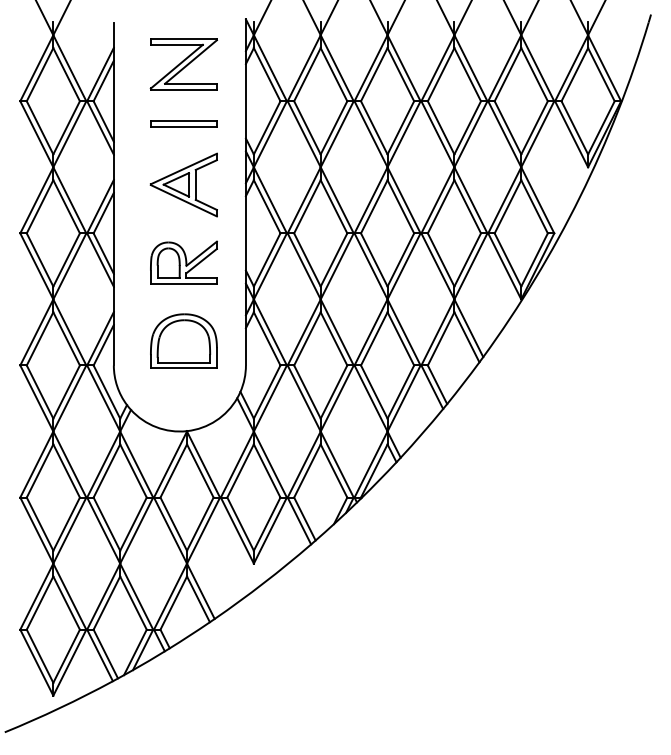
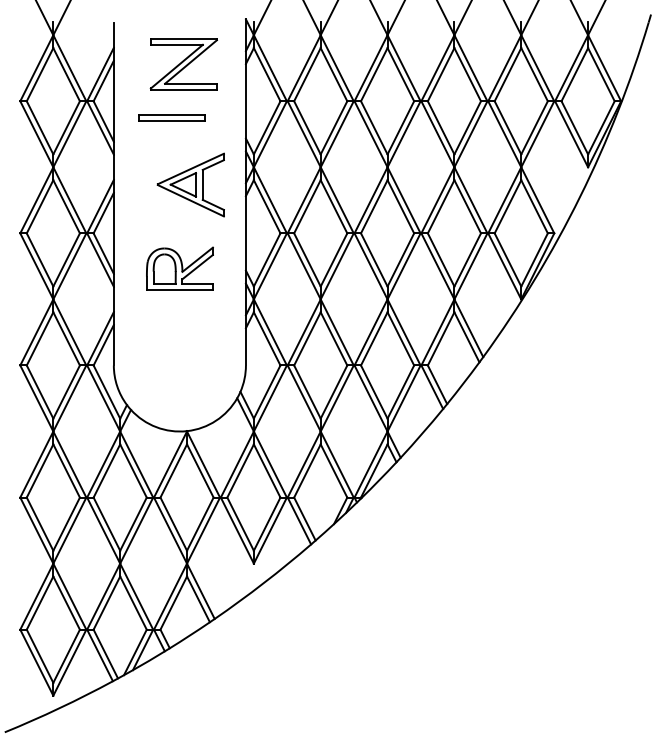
part at (183, 123) position: (183, 123) -> (171, 117)
part at (183, 184) position: (183, 184) -> (190, 184)
part at (183, 262) position: (183, 262) -> (179, 268)
part at (183, 340): present -> none
